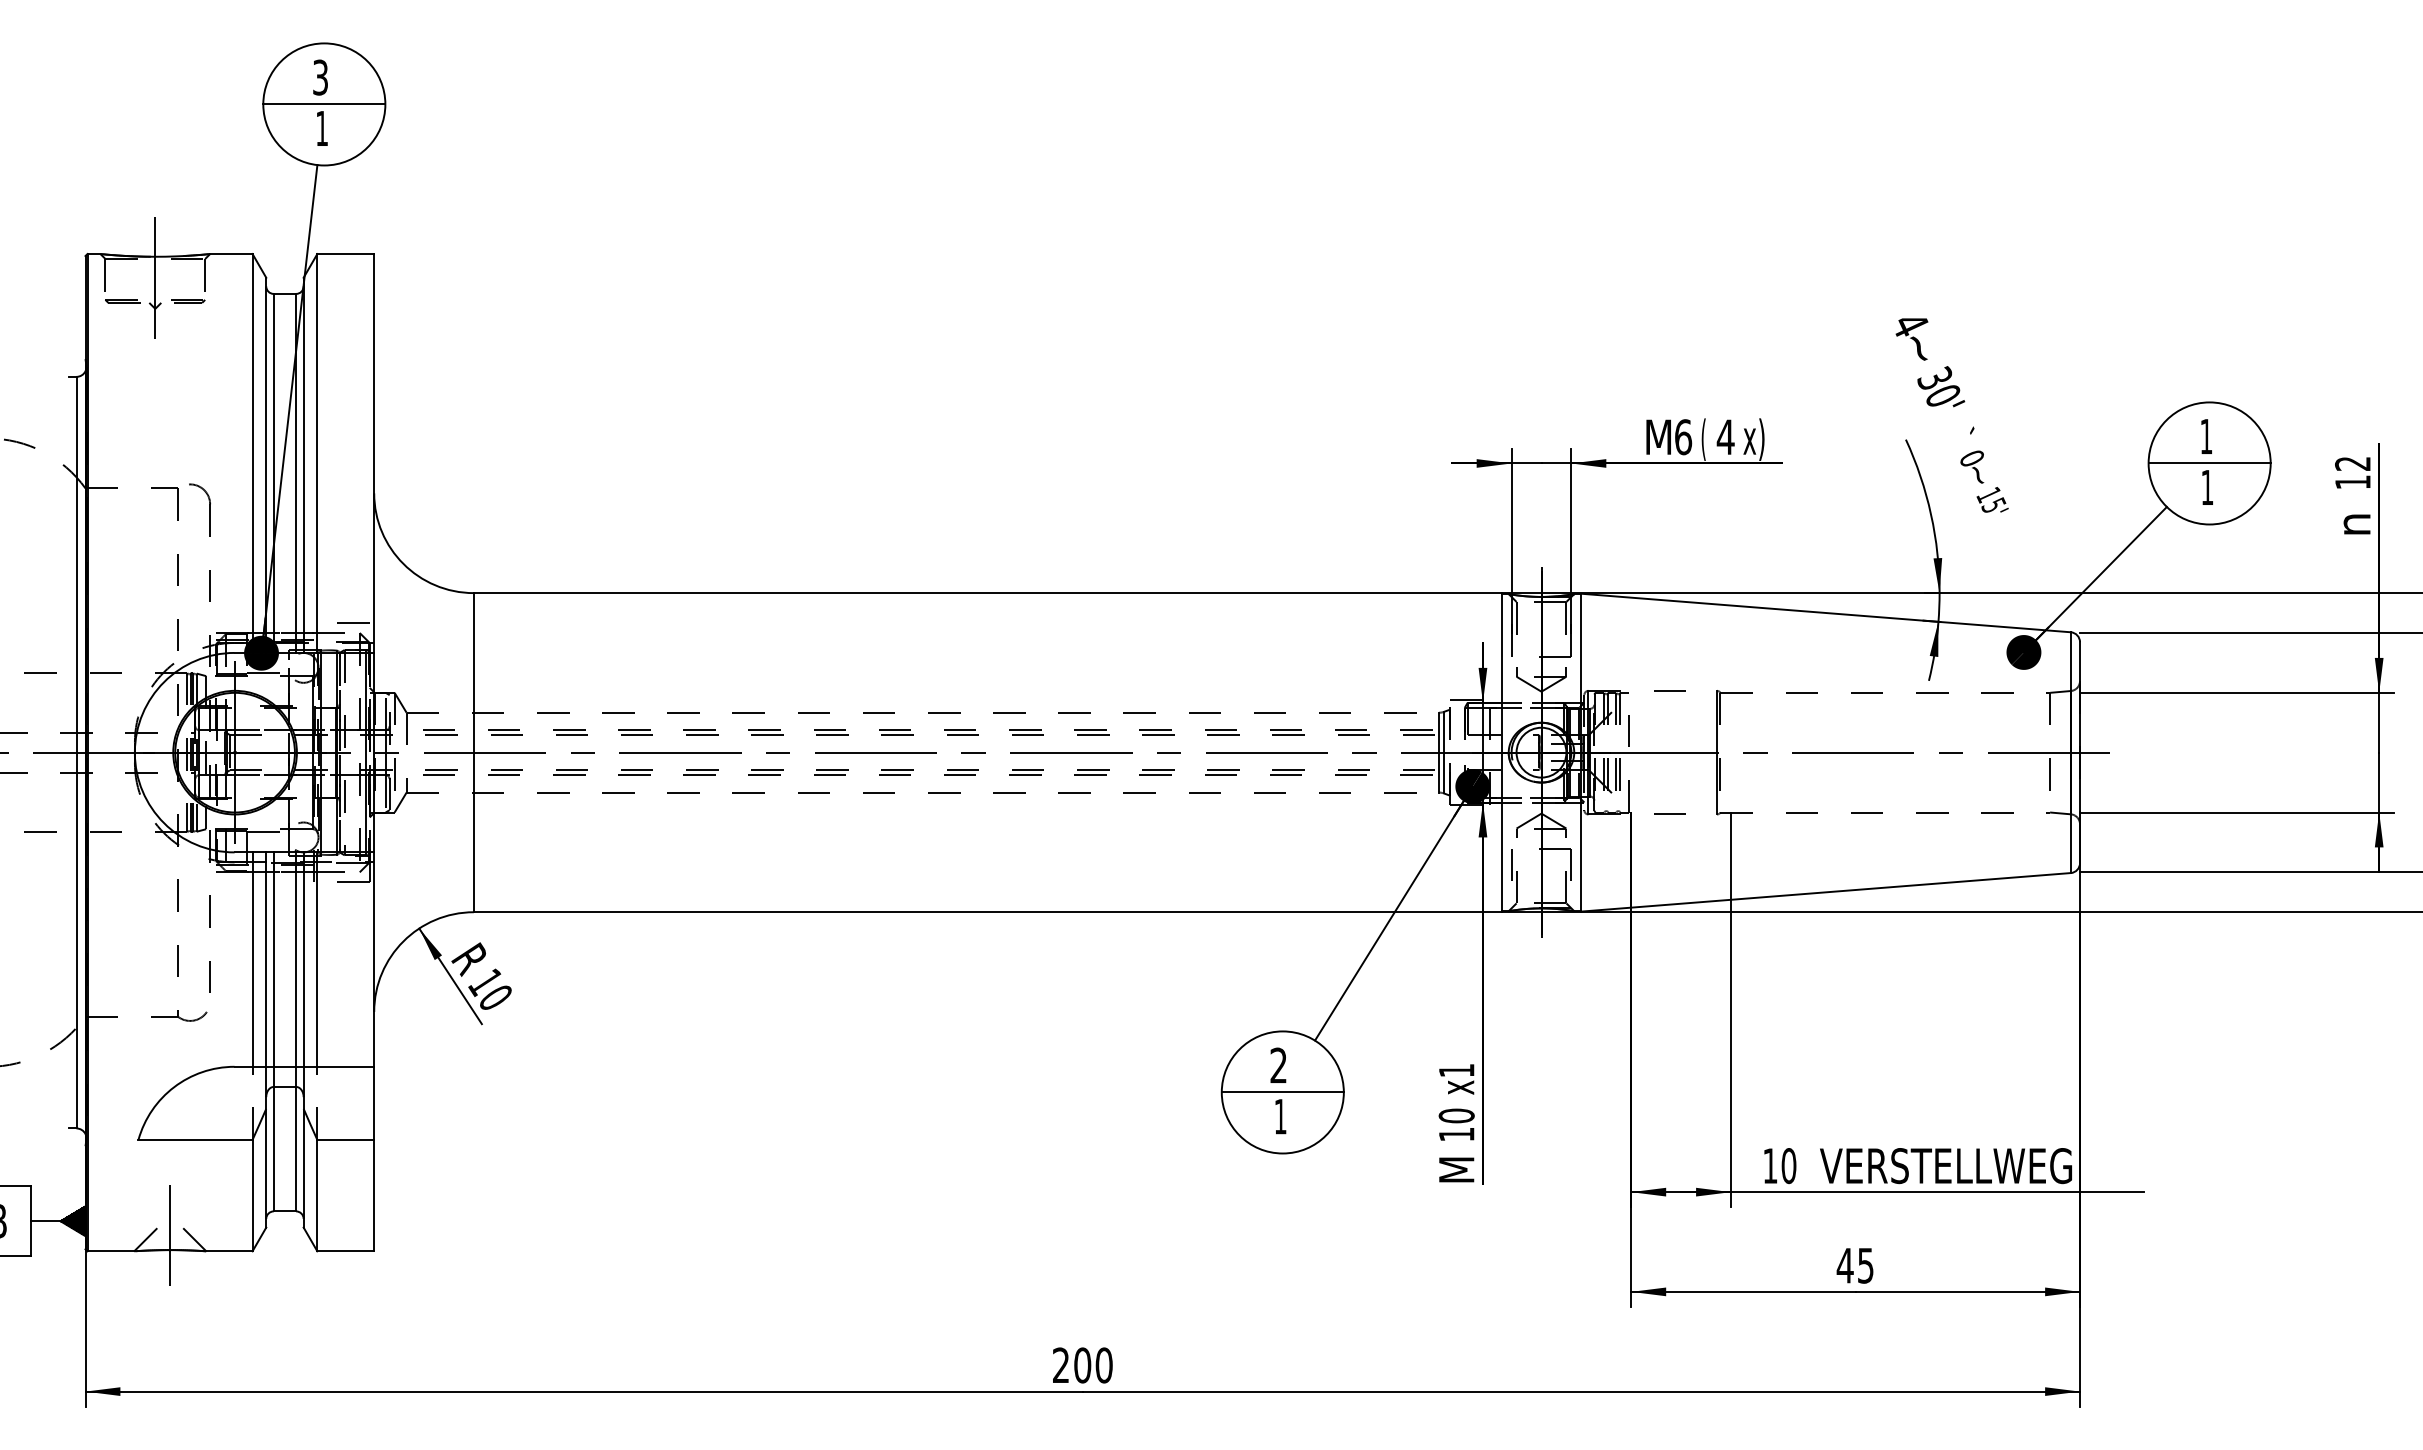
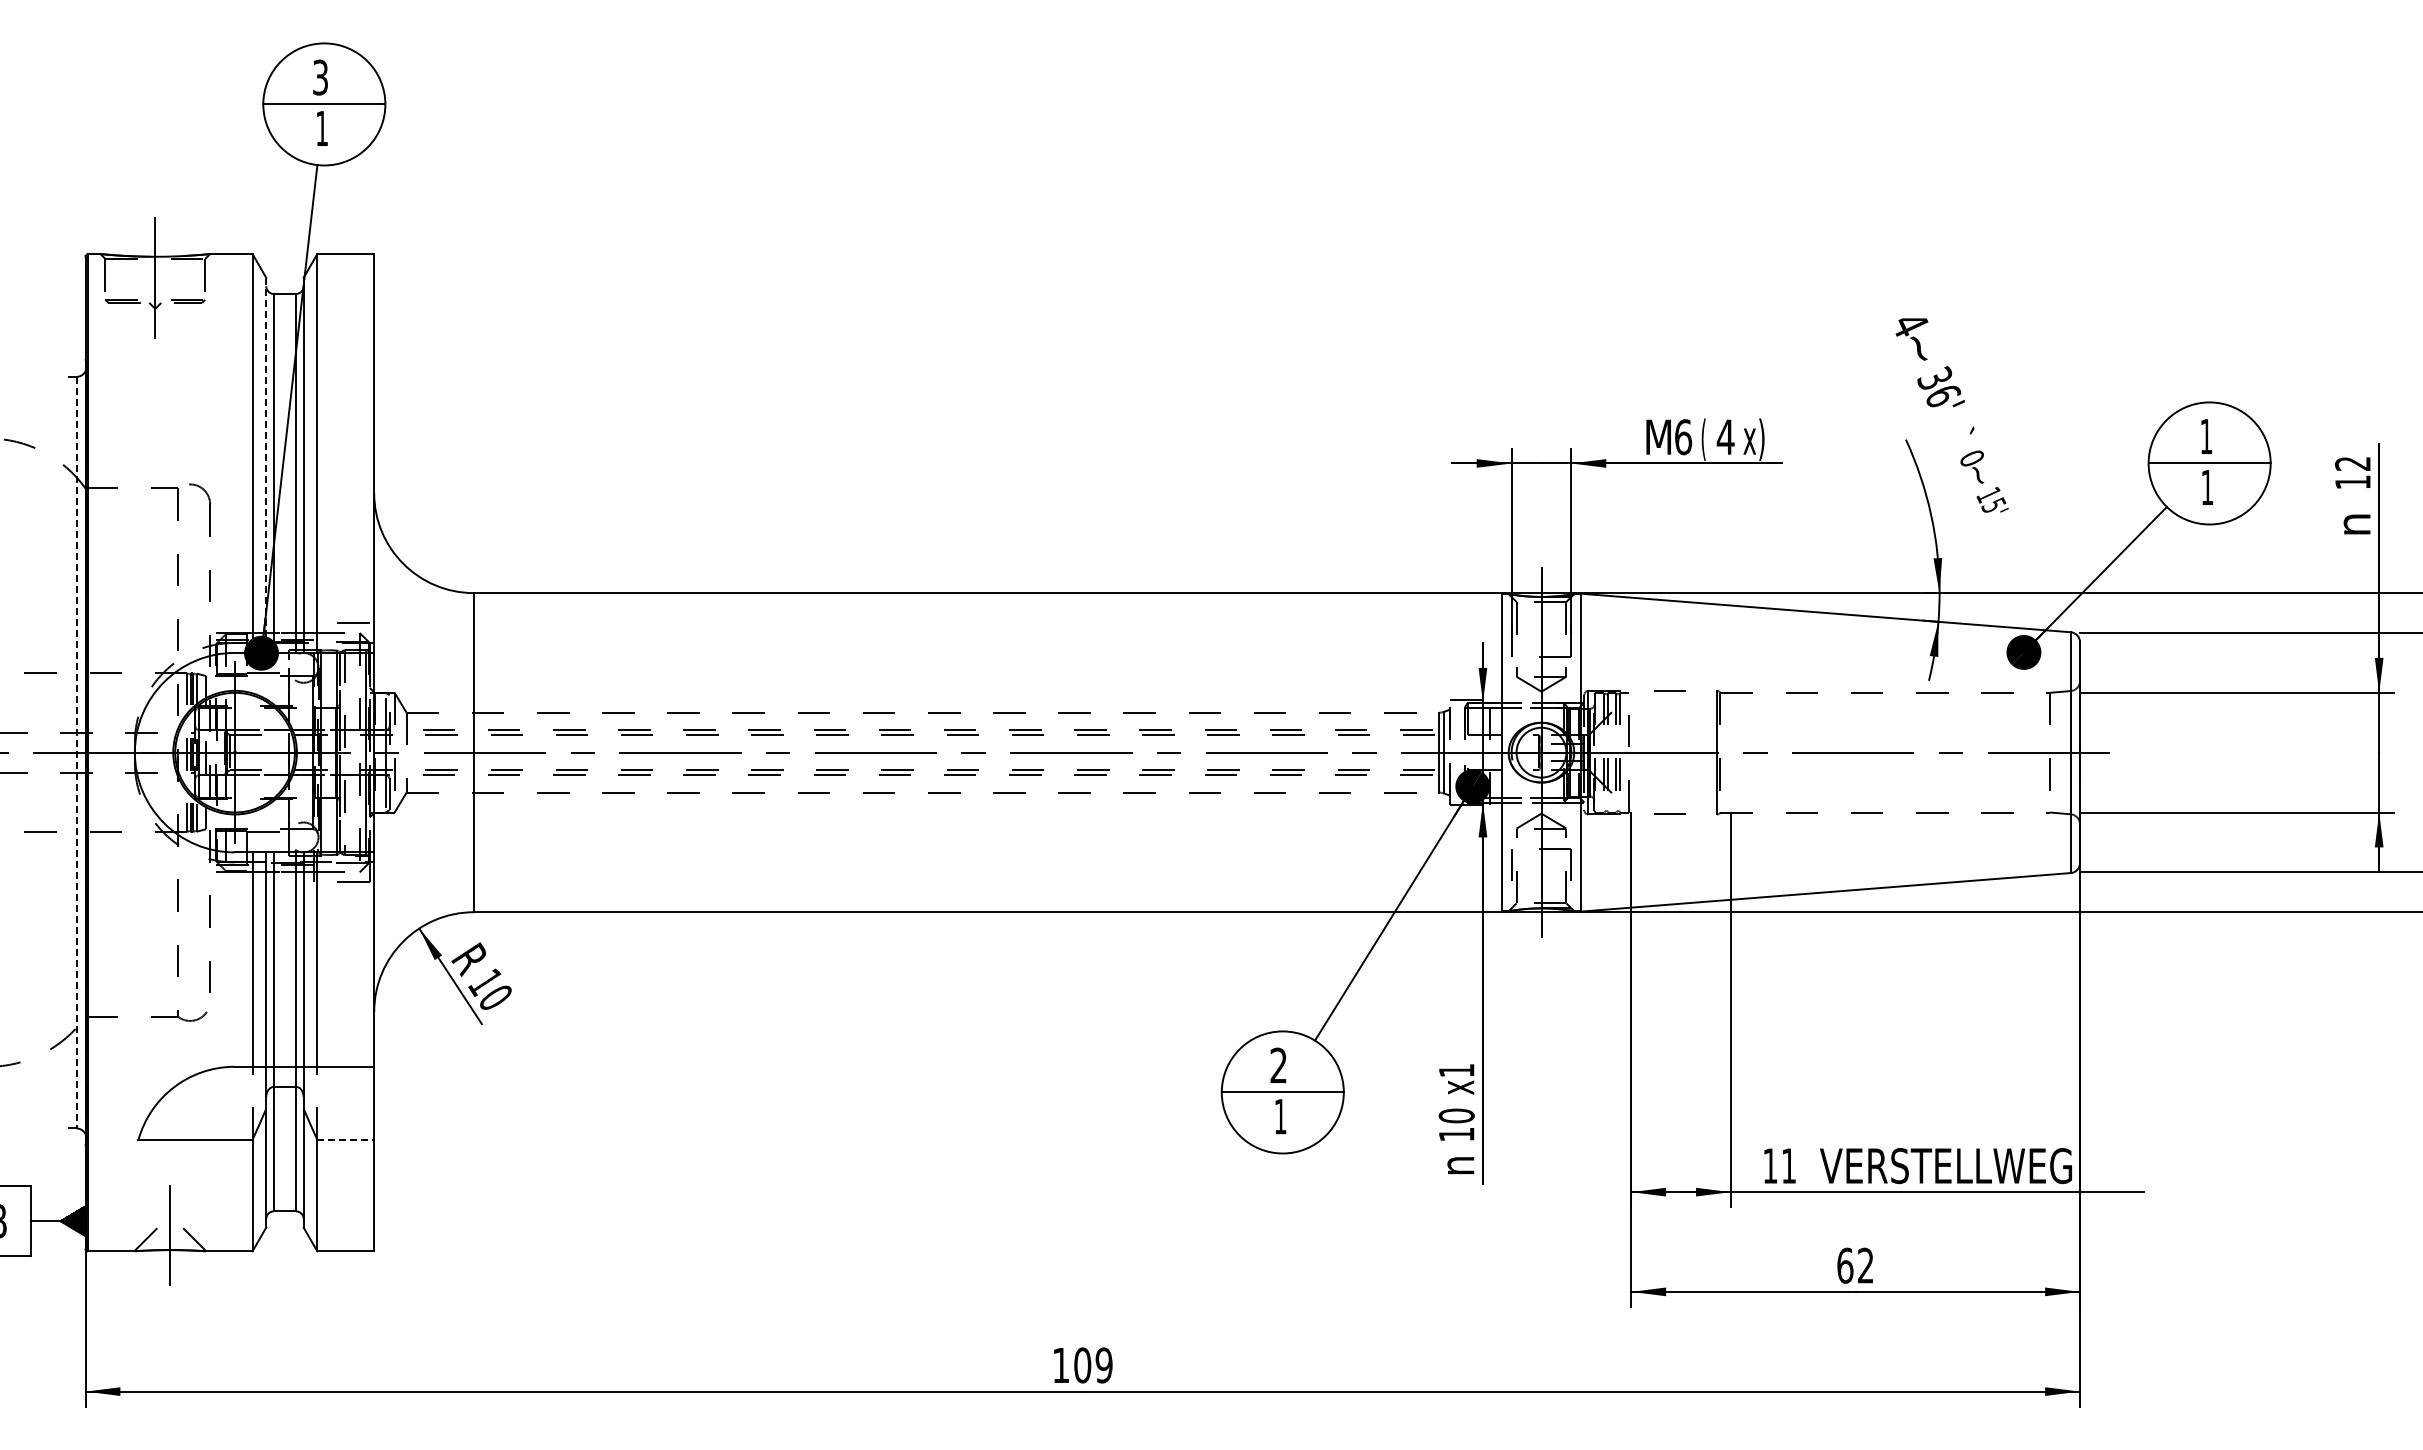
text at (1943, 396): 30' -> 36'
line at (266, 465): solid -> dashed
line at (76, 752): solid -> dashed
line at (346, 1139): solid -> dashed
text at (1788, 1166): 10 -> 11
text at (1456, 1169): M -> n
text at (1854, 1265): 45 -> 62
text at (1082, 1365): 200 -> 109
